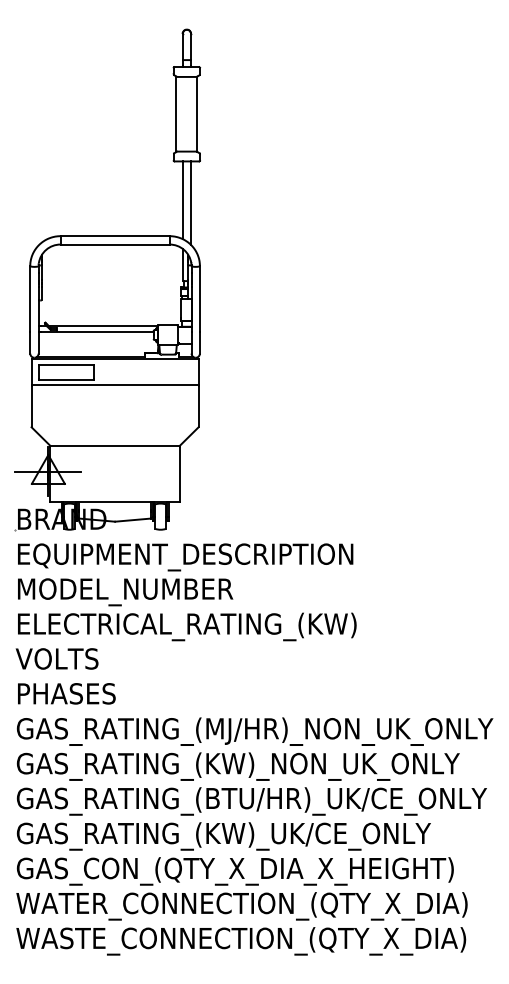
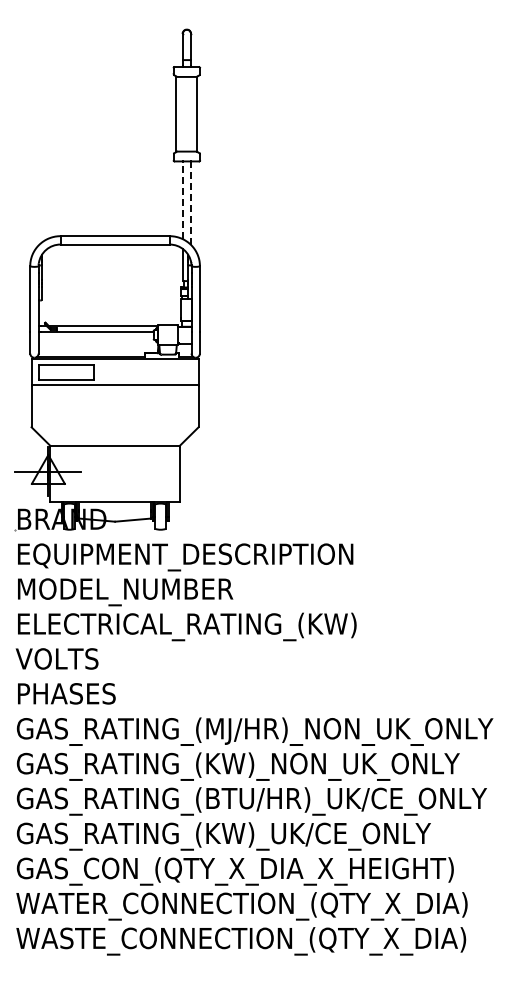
line at (182, 199): solid -> dashed
line at (191, 203): solid -> dashed
